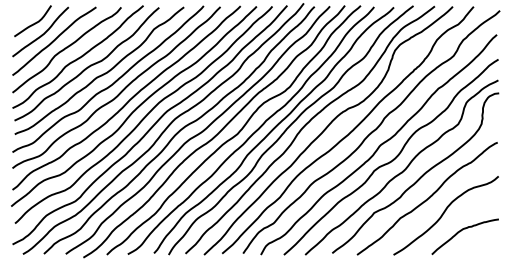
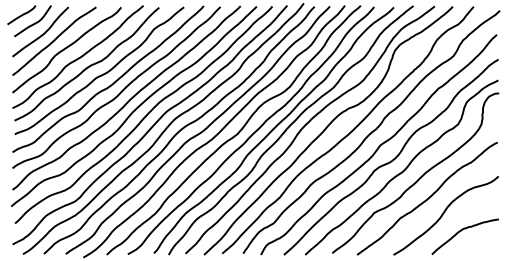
curve at (21, 15): none -> present
